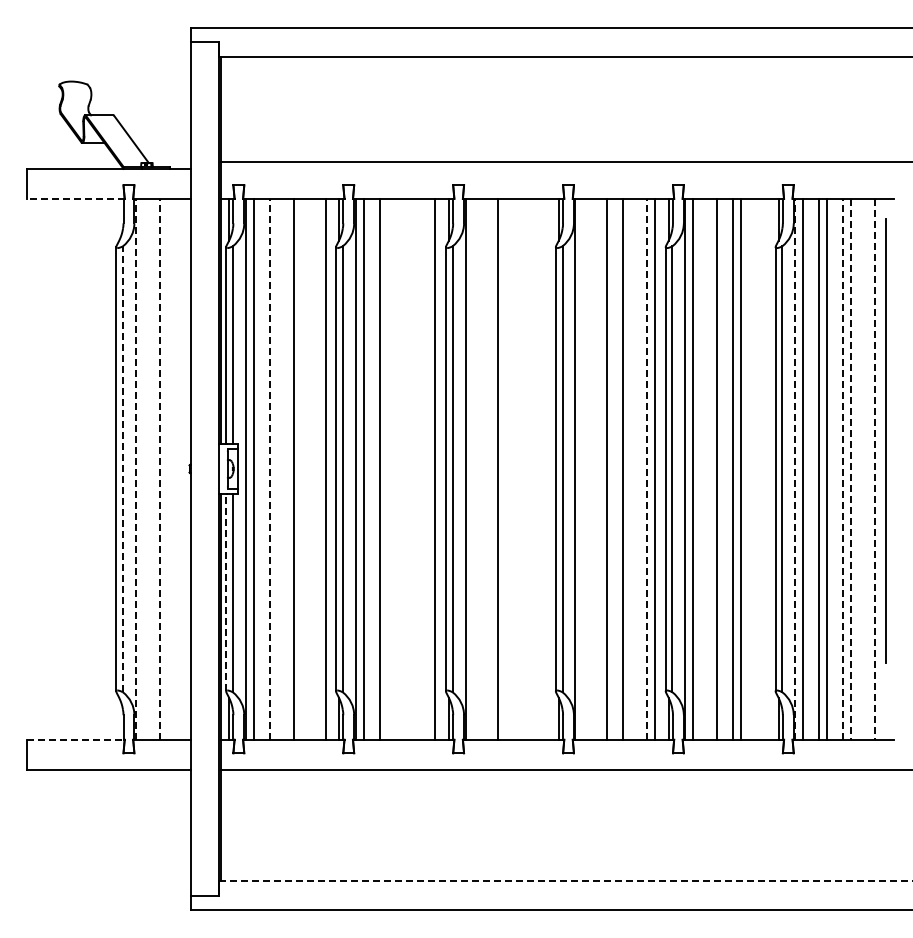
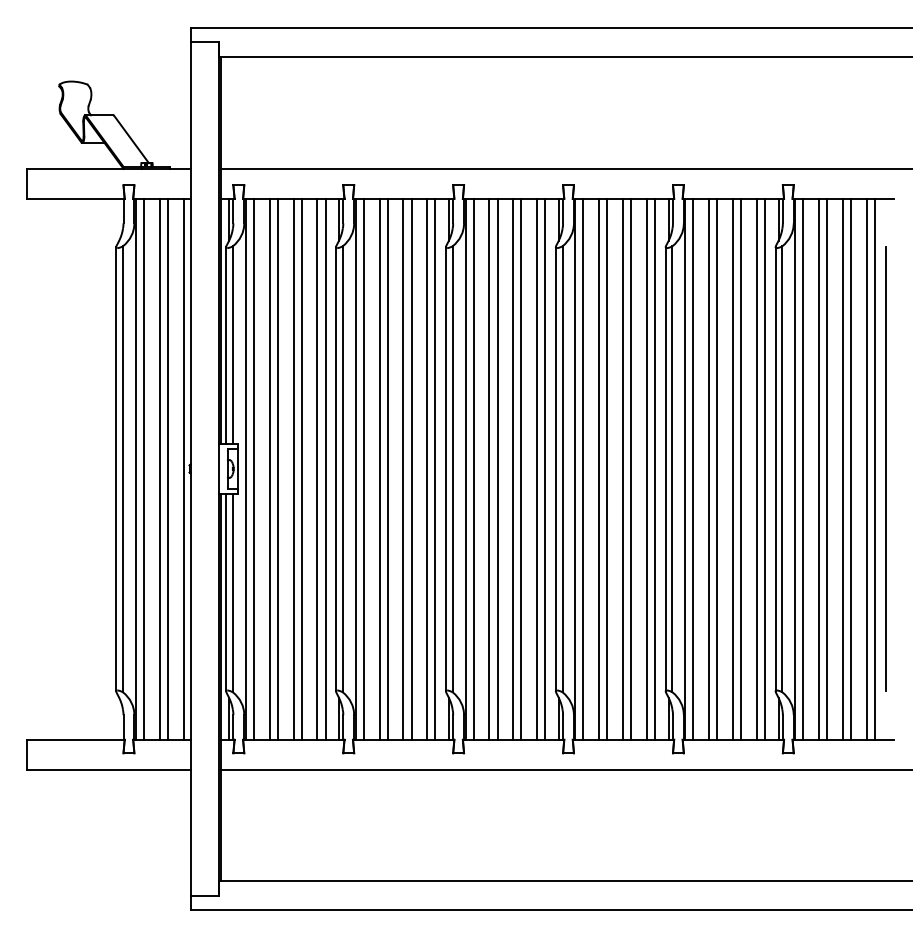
line at (564, 161) position: (564, 161) -> (564, 168)
line at (76, 198): dashed -> solid
line at (885, 440) position: (885, 440) -> (885, 468)
line at (135, 468): dashed -> solid
line at (143, 468): none -> present
line at (159, 468): dashed -> solid
line at (167, 468): none -> present
line at (183, 468): none -> present
line at (269, 468): dashed -> solid
line at (277, 468): none -> present
line at (301, 468): none -> present
line at (317, 468): none -> present
line at (387, 468): none -> present
line at (403, 468): none -> present
line at (411, 468): none -> present
line at (427, 468): none -> present
line at (473, 468): none -> present
line at (489, 468): none -> present
line at (513, 468): none -> present
line at (521, 468): none -> present
line at (537, 468): none -> present
line at (545, 468): none -> present
line at (583, 468): none -> present
line at (599, 468): none -> present
line at (631, 468): none -> present
line at (647, 468): dashed -> solid
line at (709, 468): none -> present
line at (757, 468): none -> present
line at (765, 468): none -> present
line at (795, 468): dashed -> solid
line at (843, 468): dashed -> solid
line at (866, 468): none -> present
line at (122, 469): dashed -> solid
line at (851, 469): dashed -> solid
line at (875, 469): dashed -> solid
line at (226, 592): dashed -> solid
line at (76, 739): dashed -> solid
line at (566, 881): dashed -> solid
